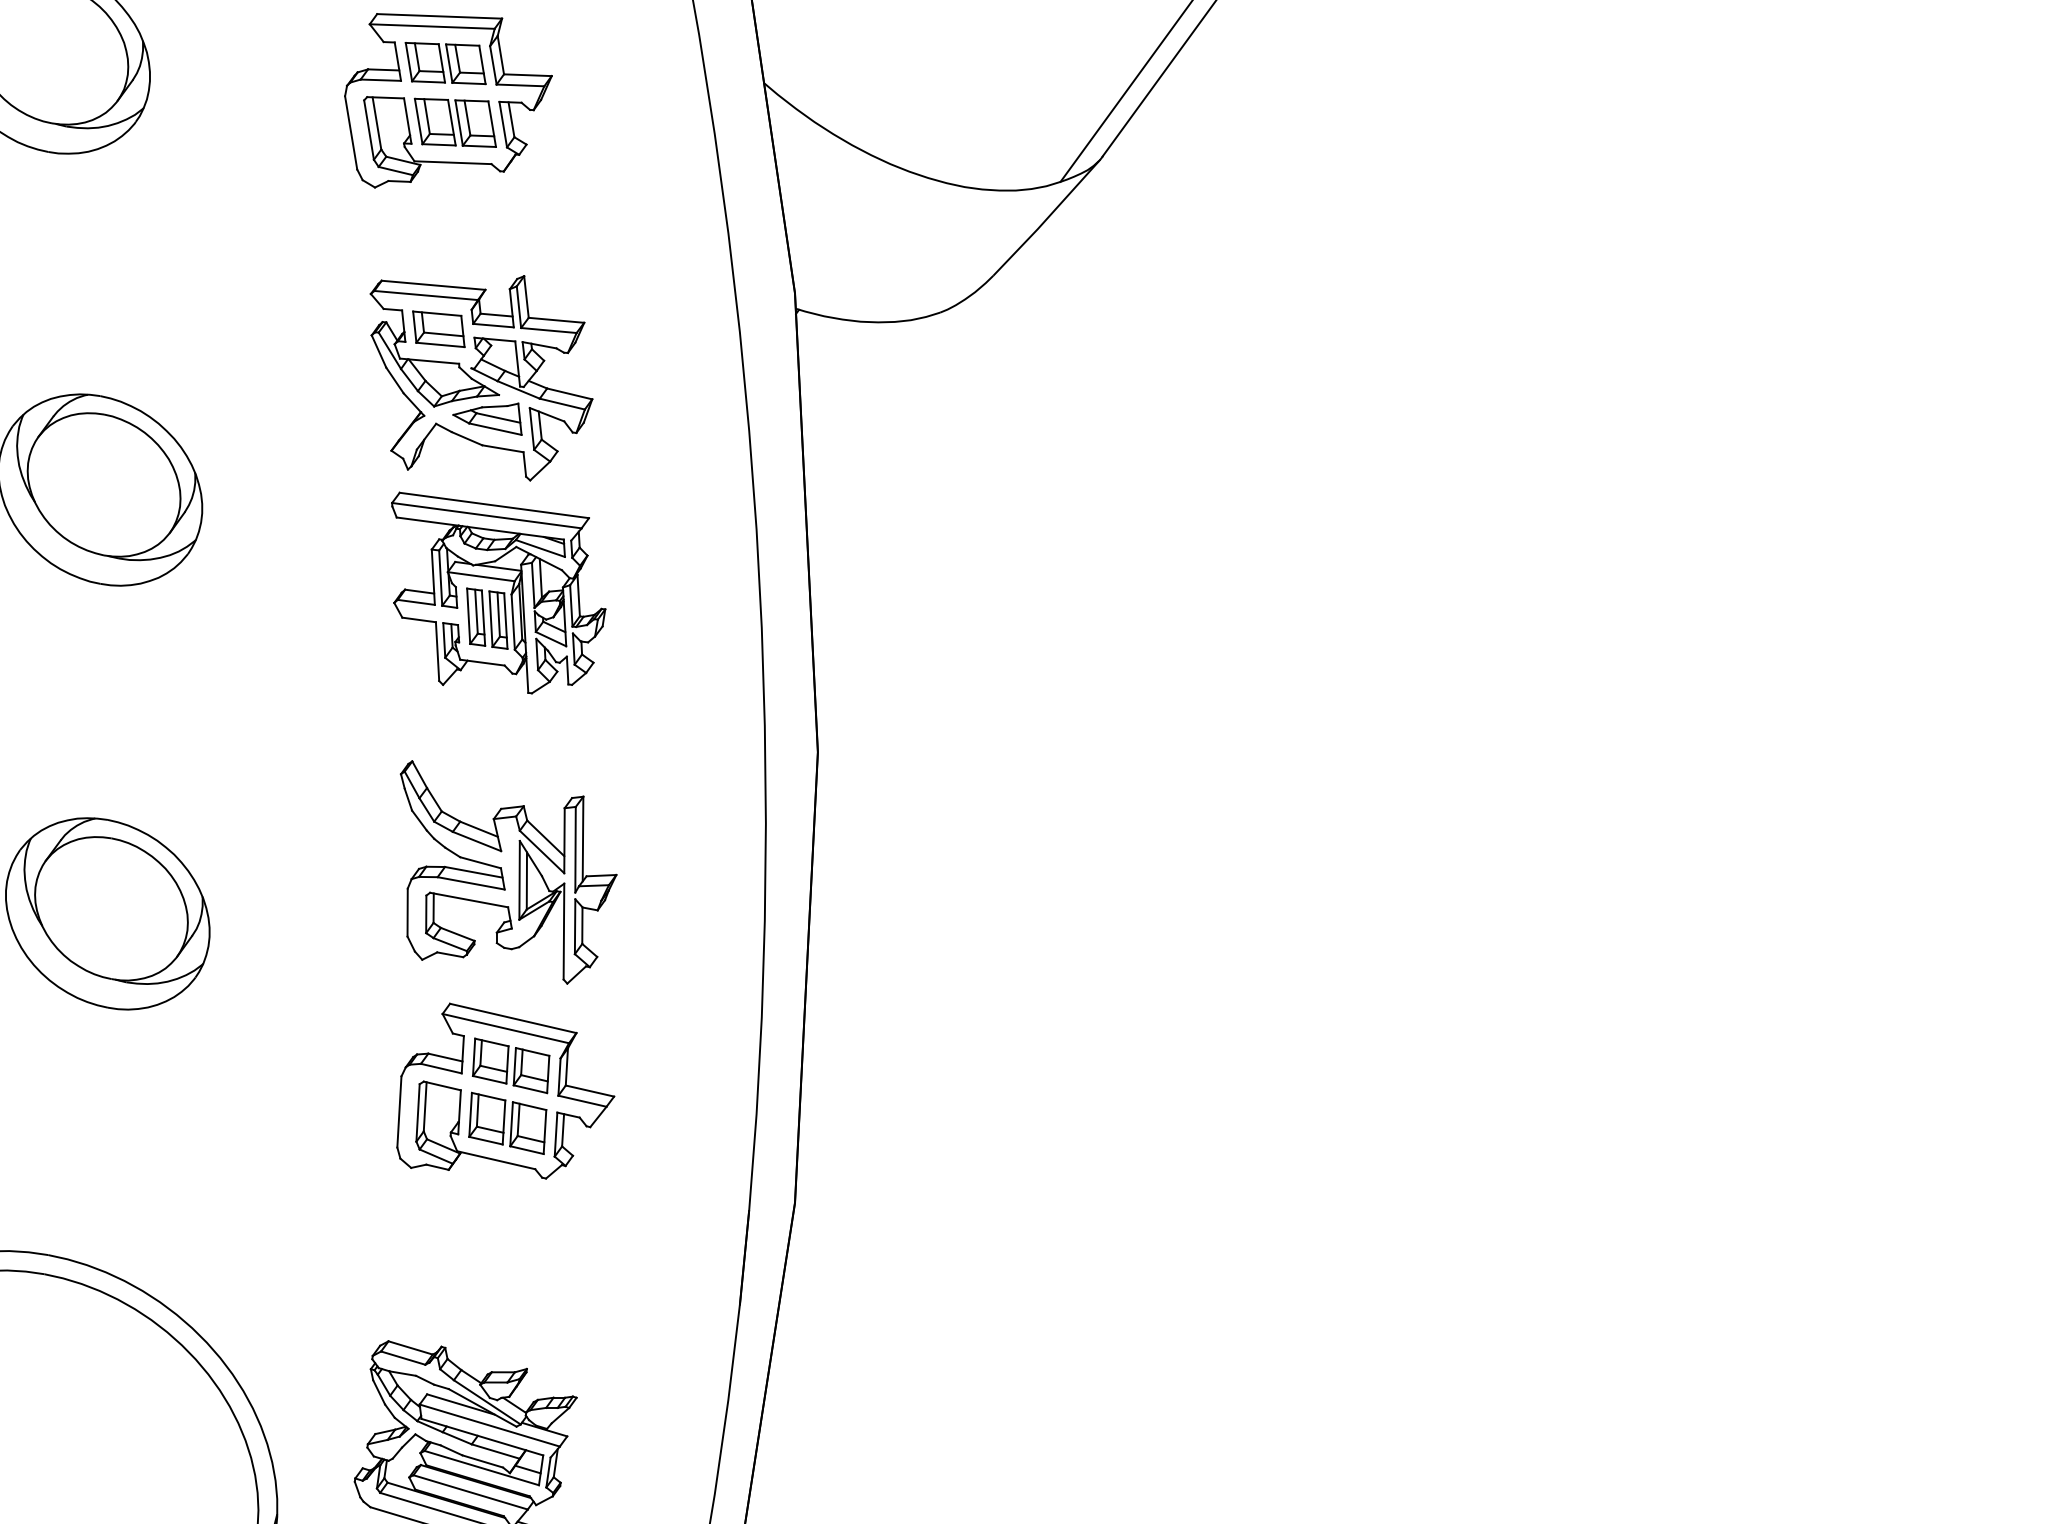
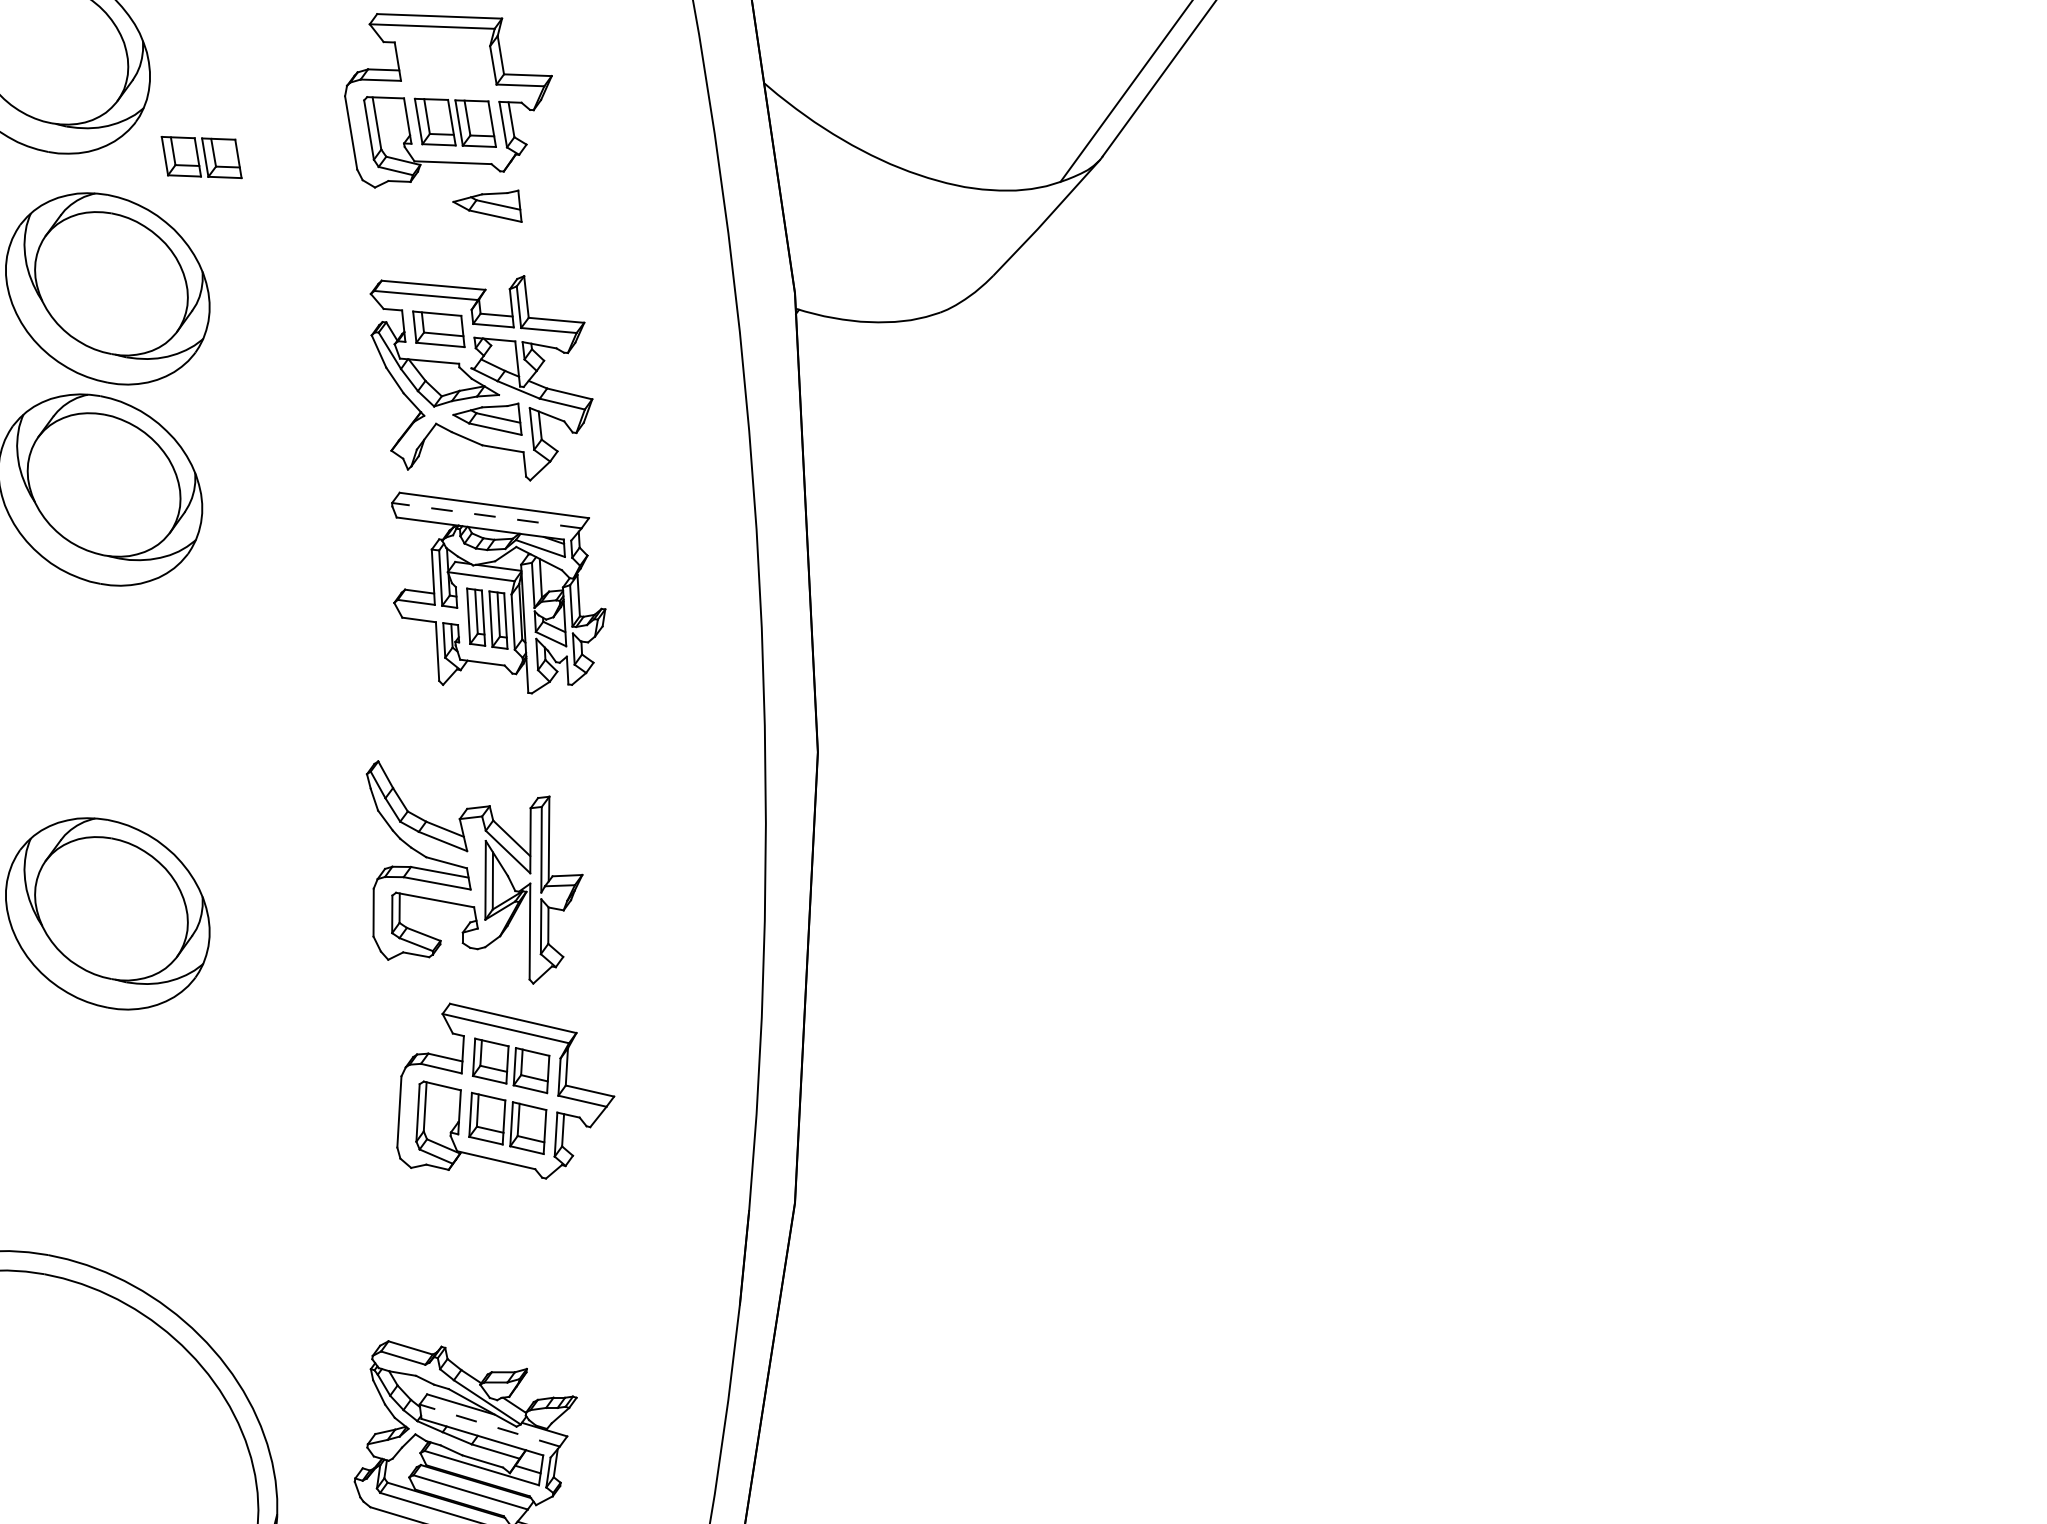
part at (445, 63) position: (445, 63) -> (201, 157)
part at (487, 205): none -> present
part at (107, 288): none -> present
line at (486, 515): solid -> dashed
part at (508, 872) position: (508, 872) -> (474, 872)
line at (489, 1425): solid -> dashed
